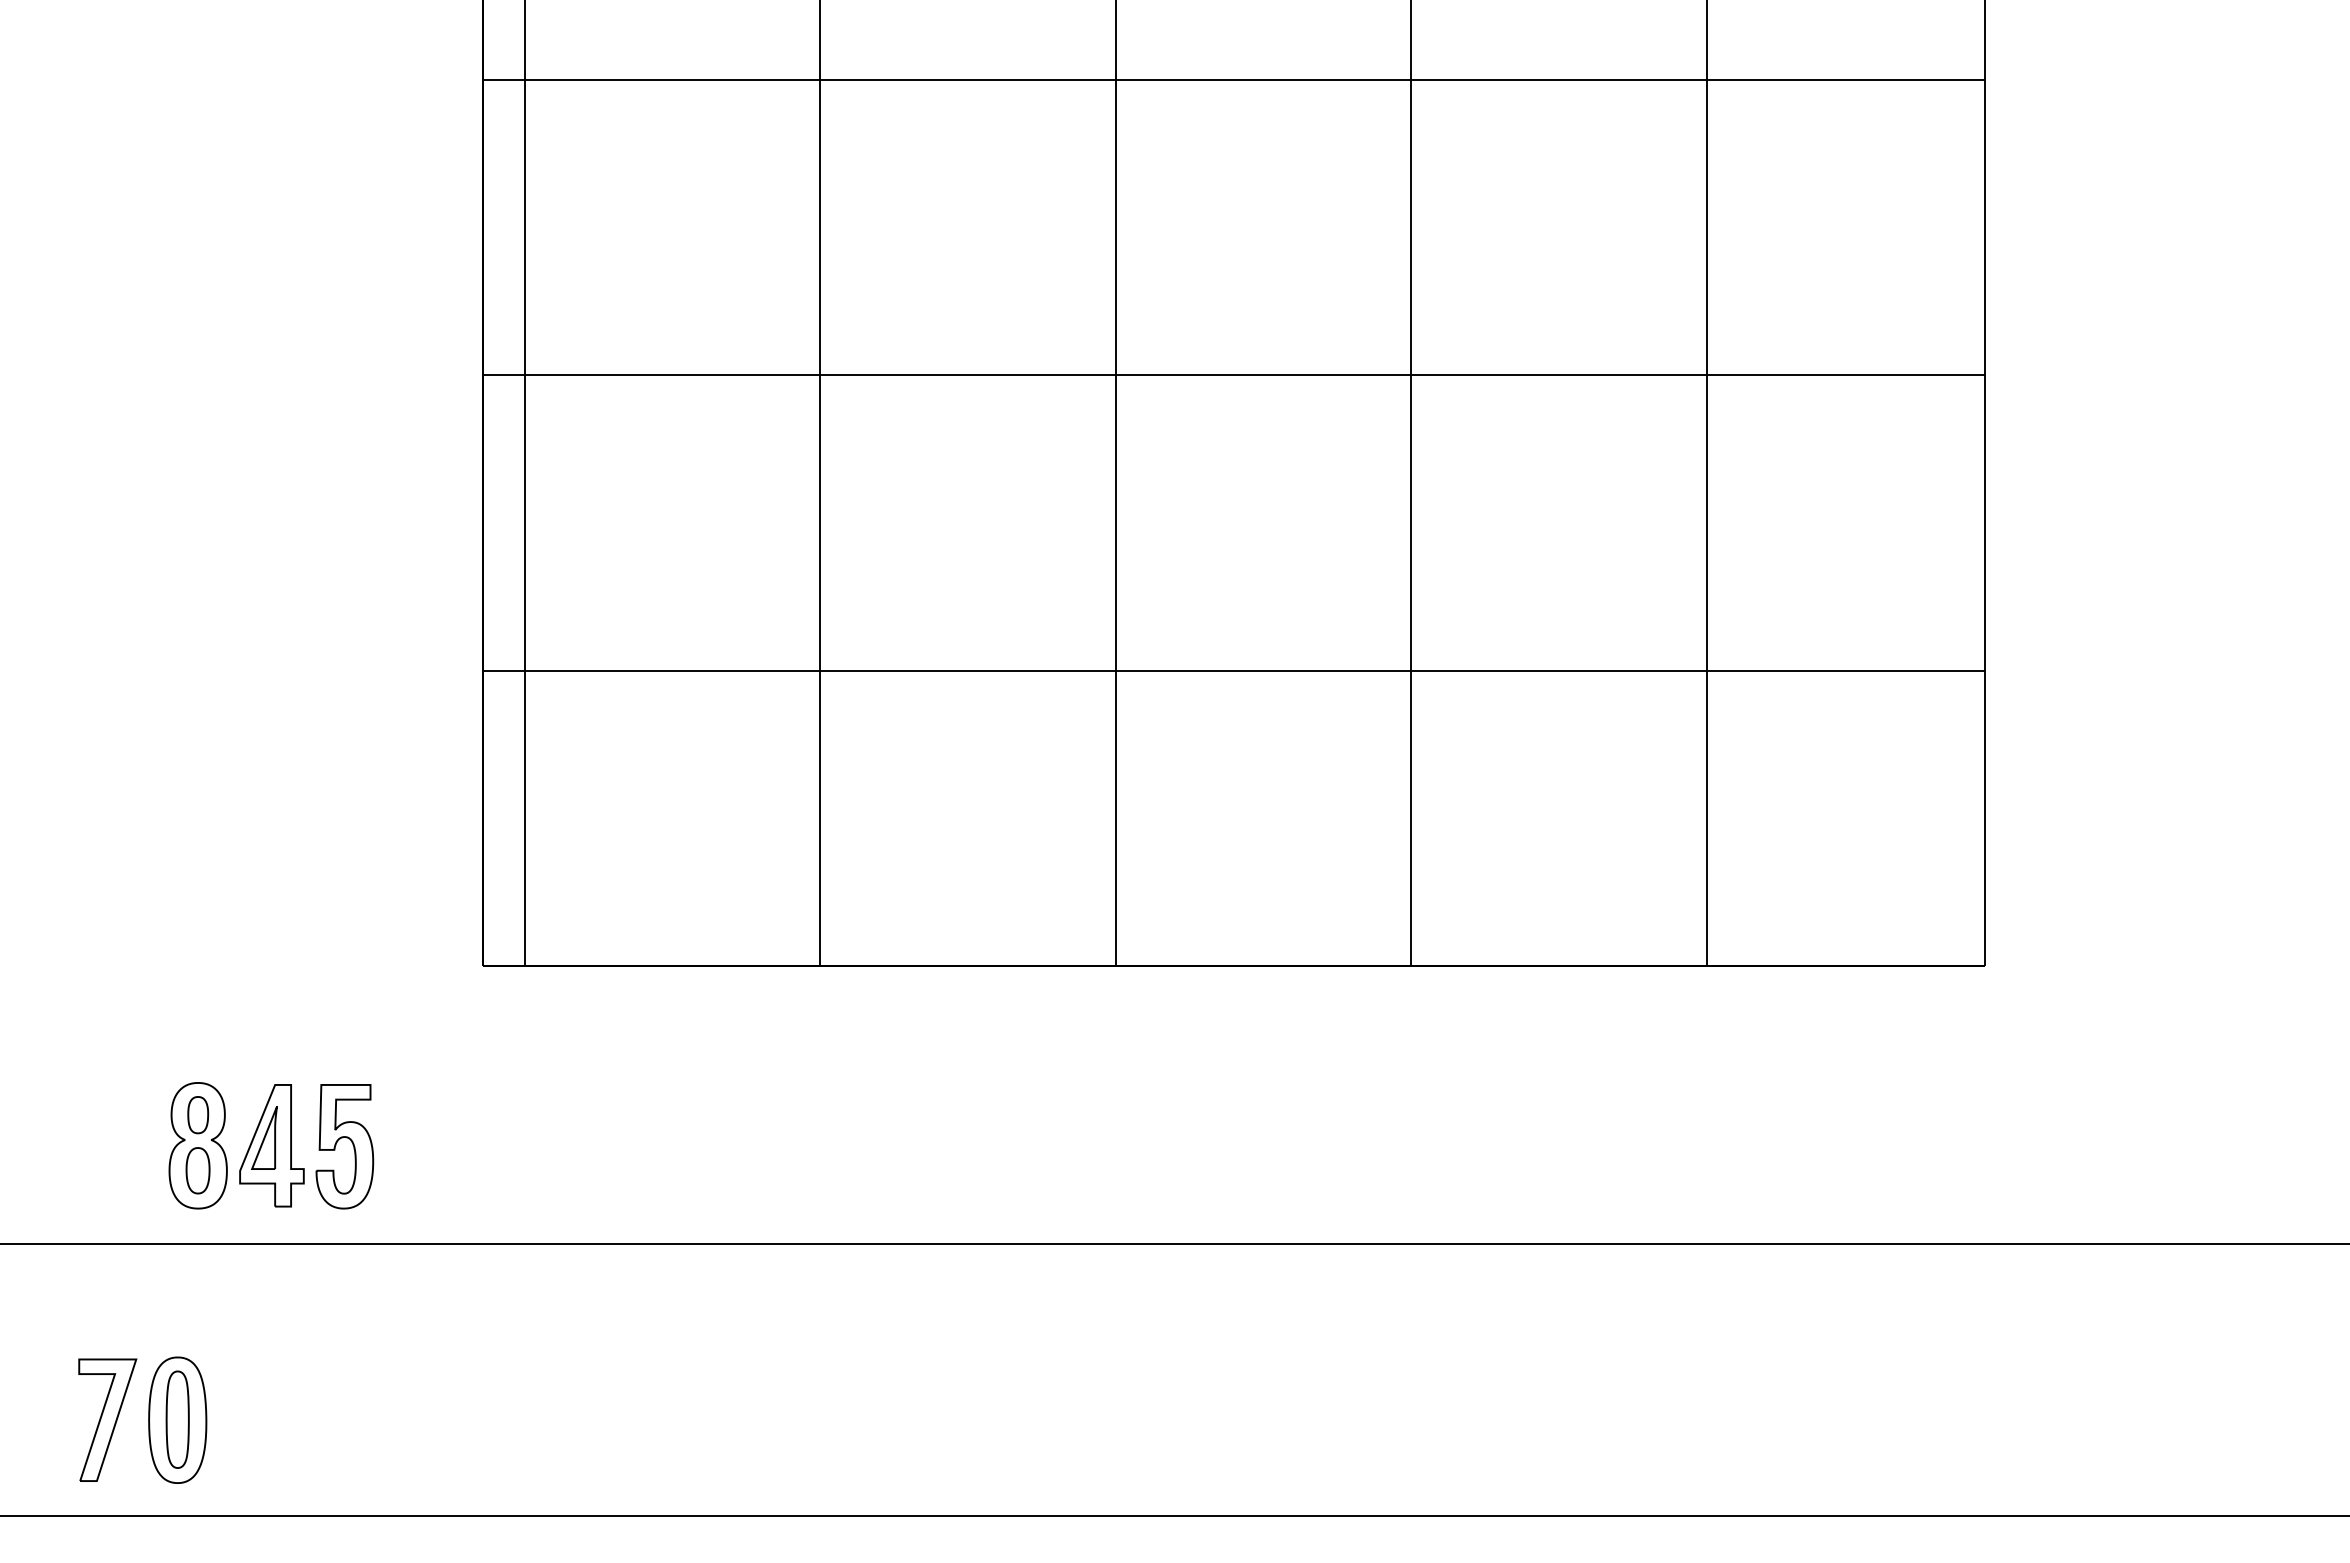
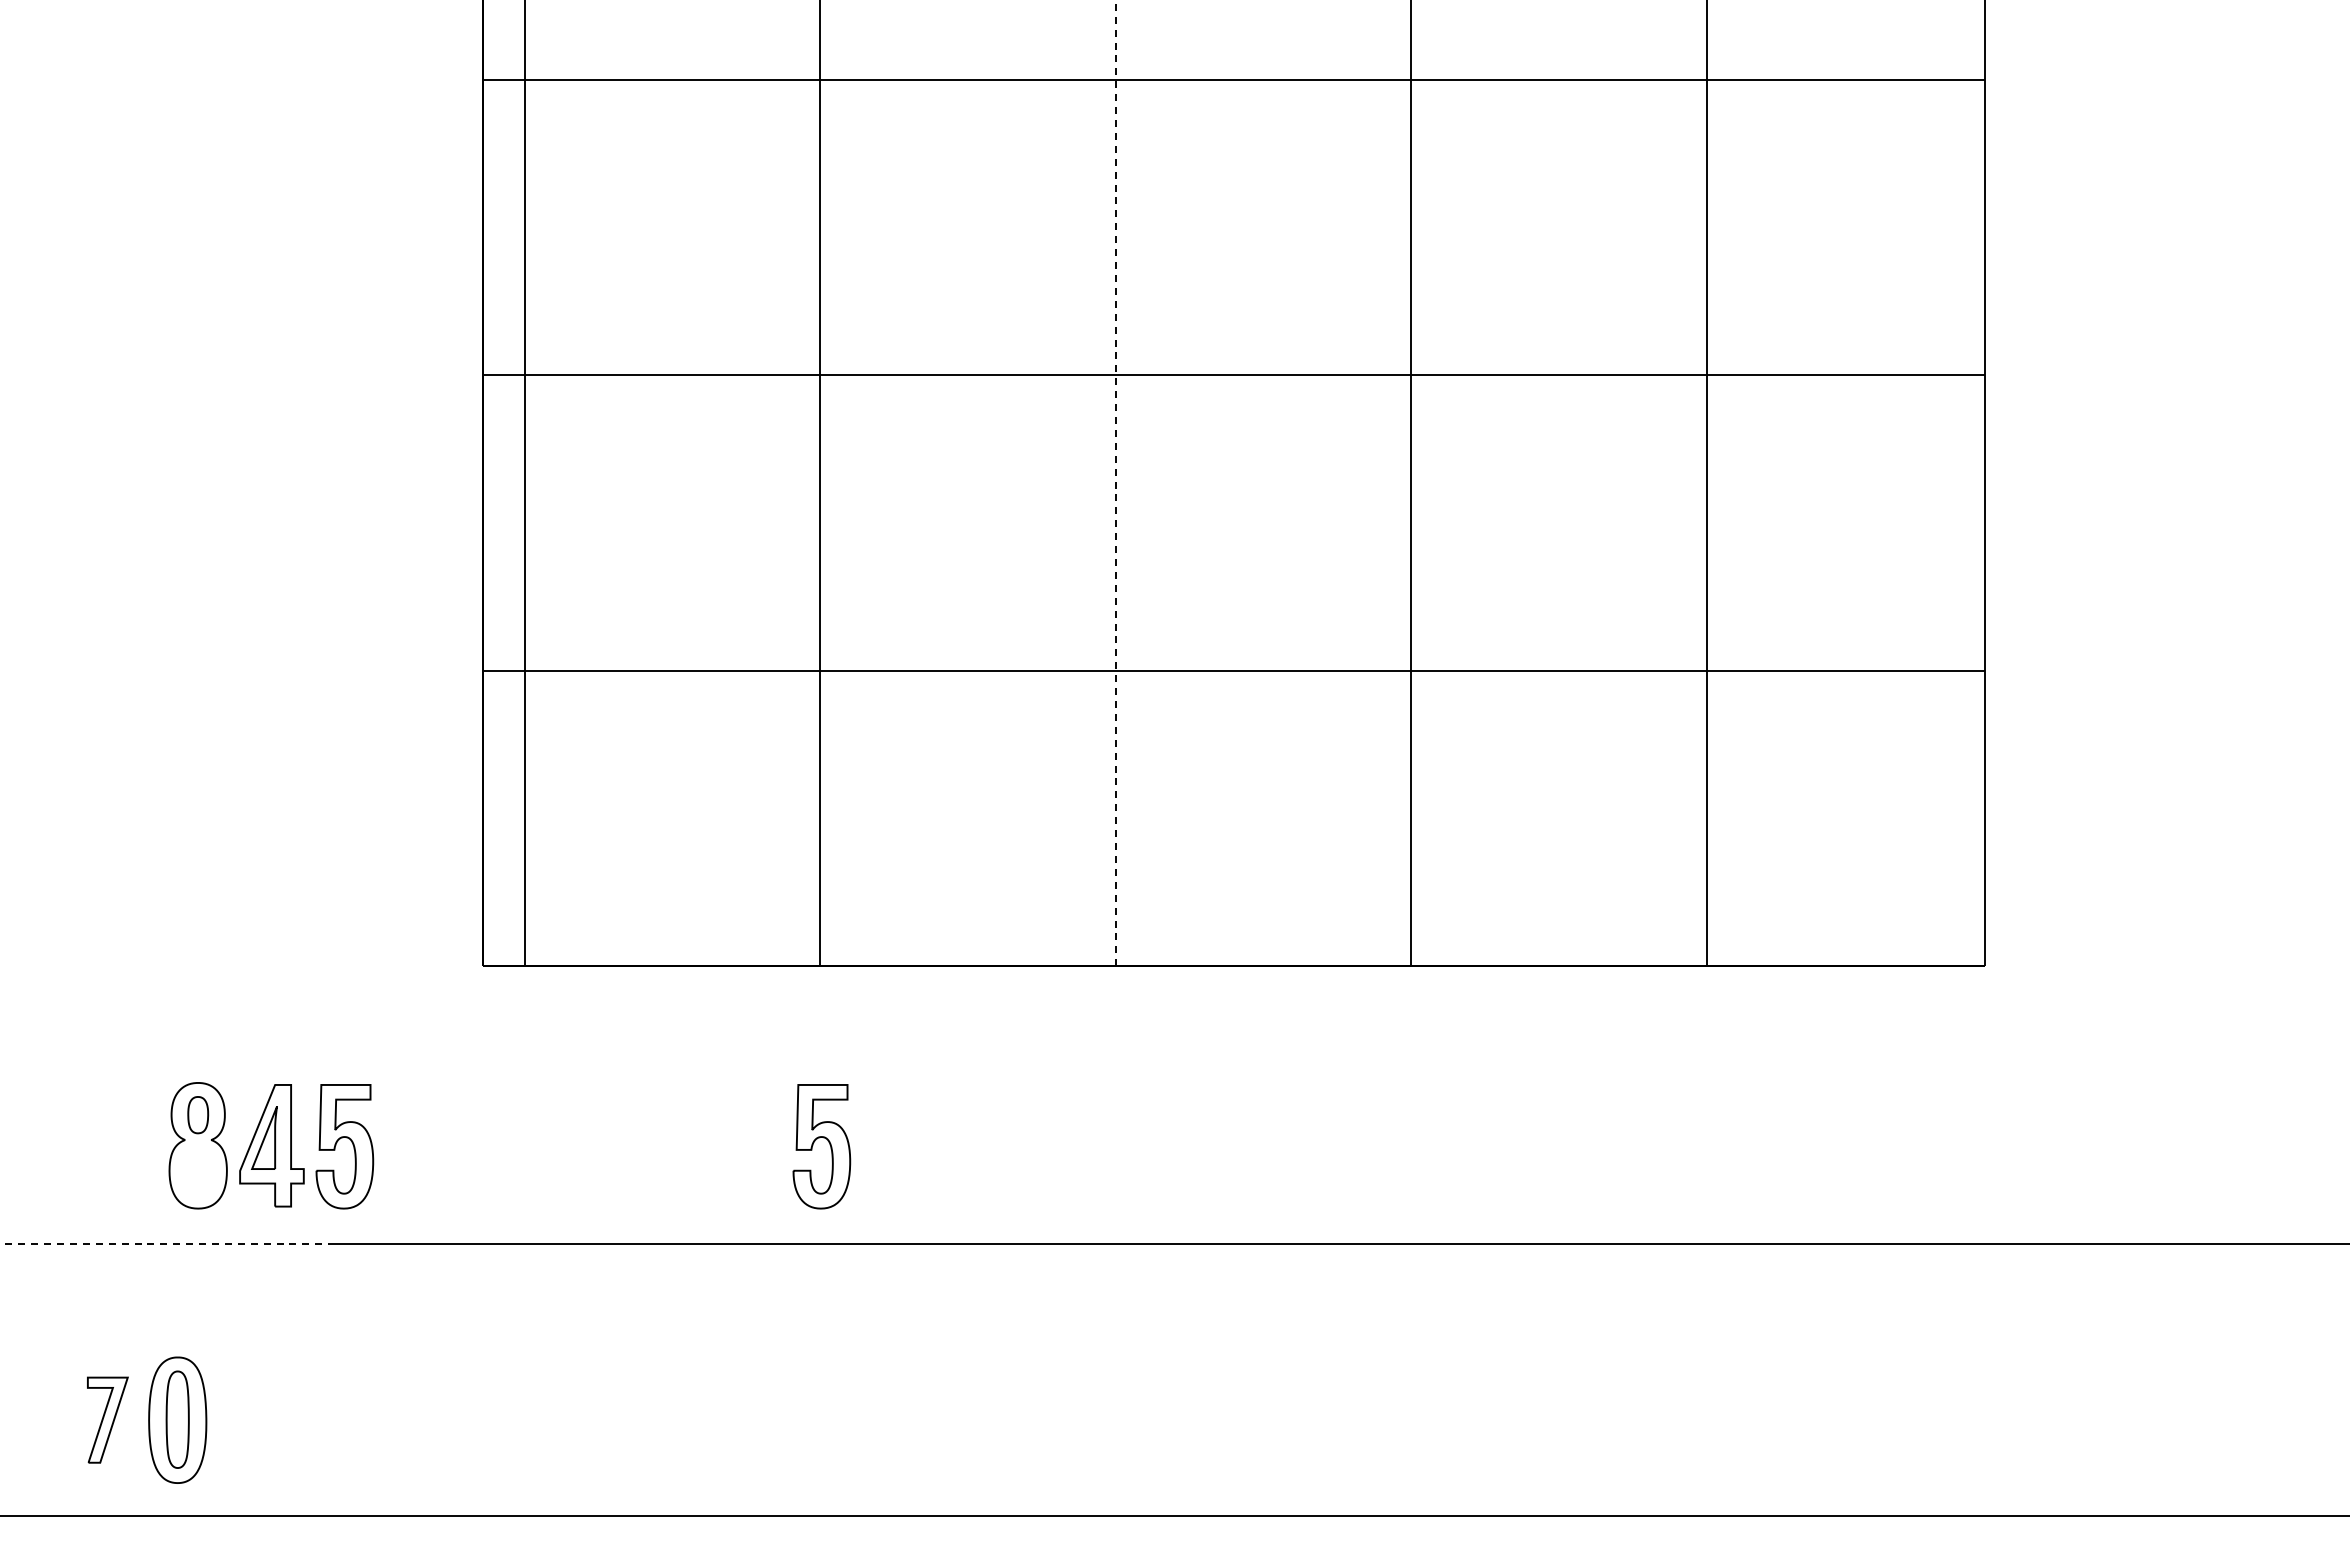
line at (1115, 483): solid -> dashed
part at (815, 1141): none -> present
part at (197, 1170): present -> none
line at (166, 1243): solid -> dashed
part at (107, 1419) size: 60x124 px -> 42x88 px
